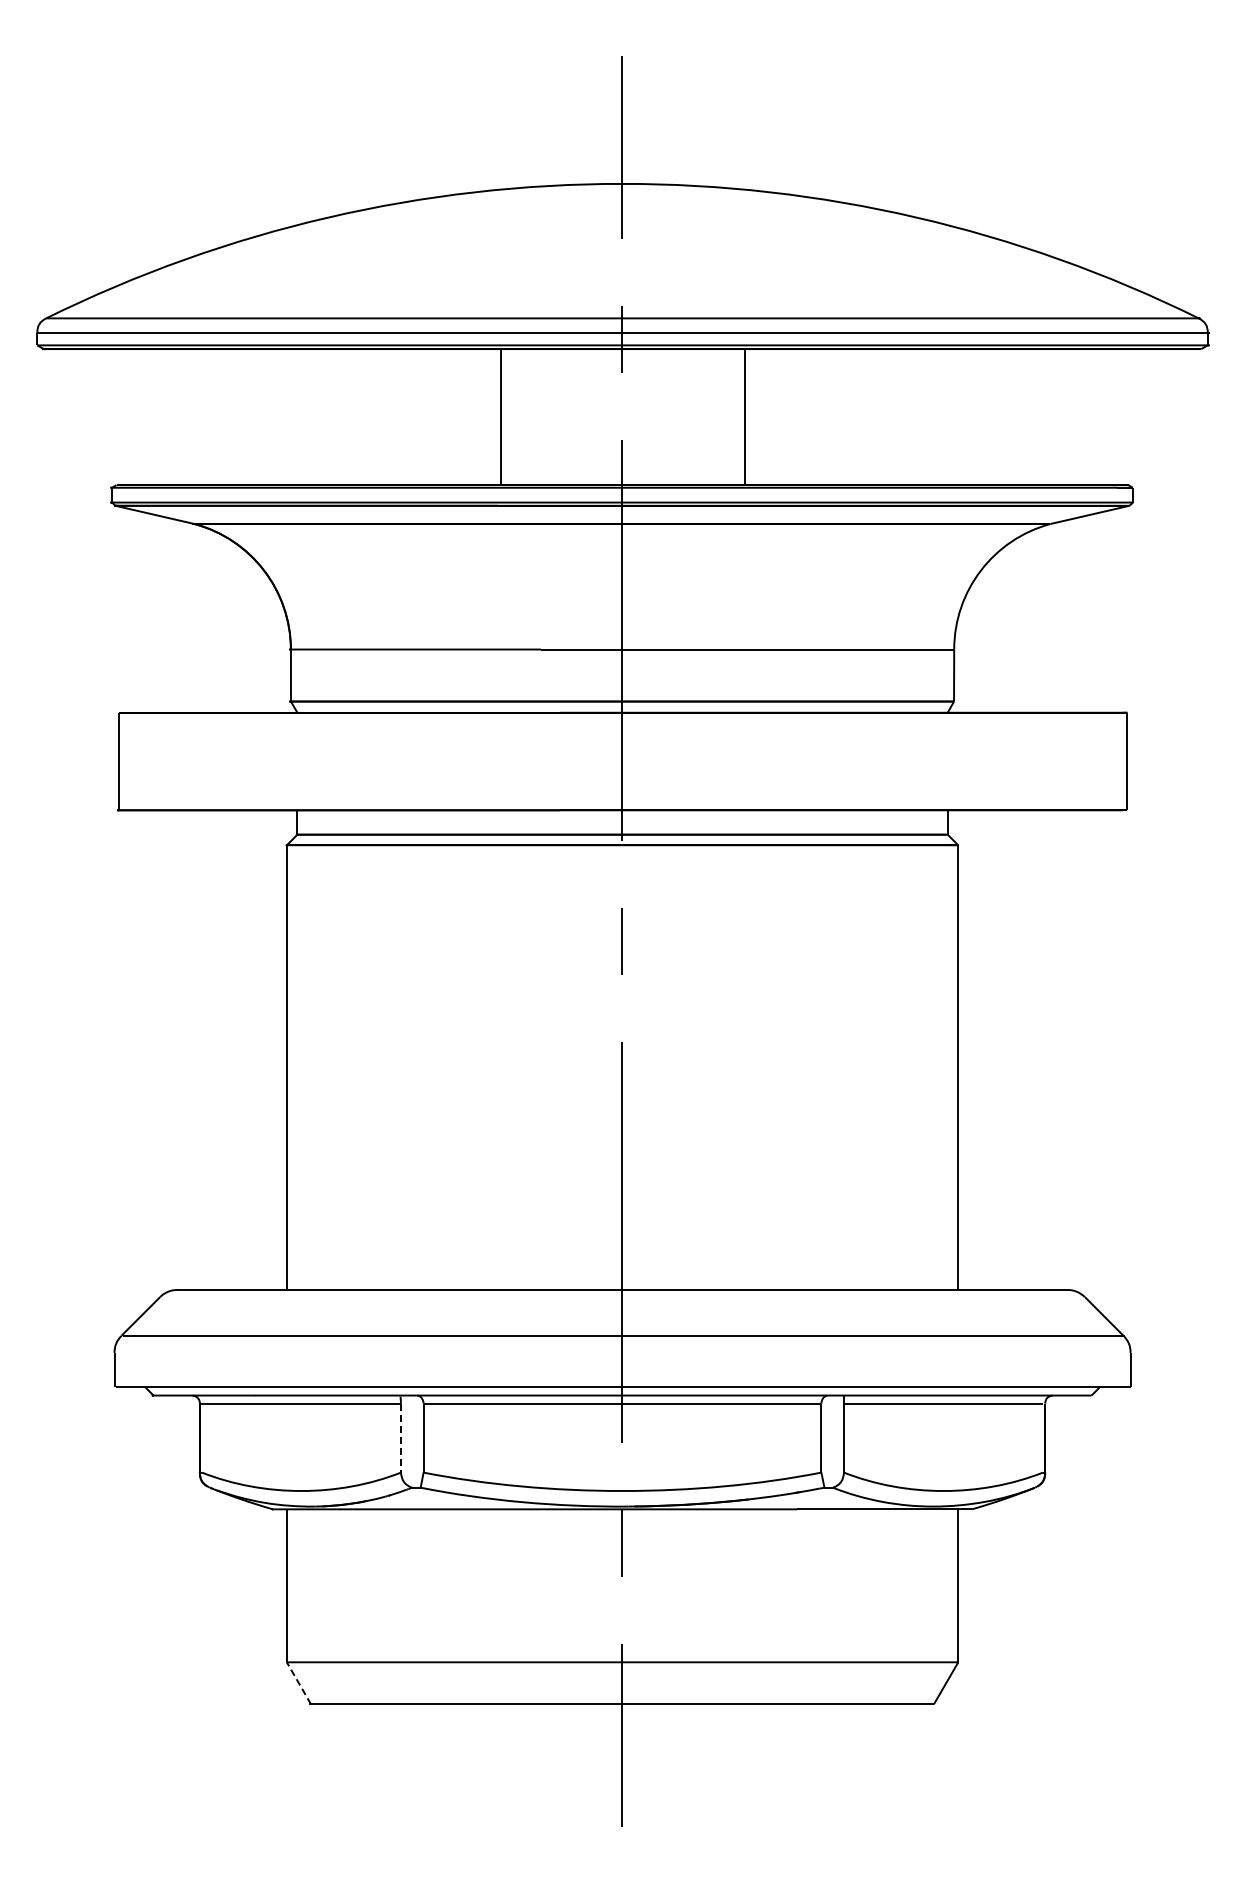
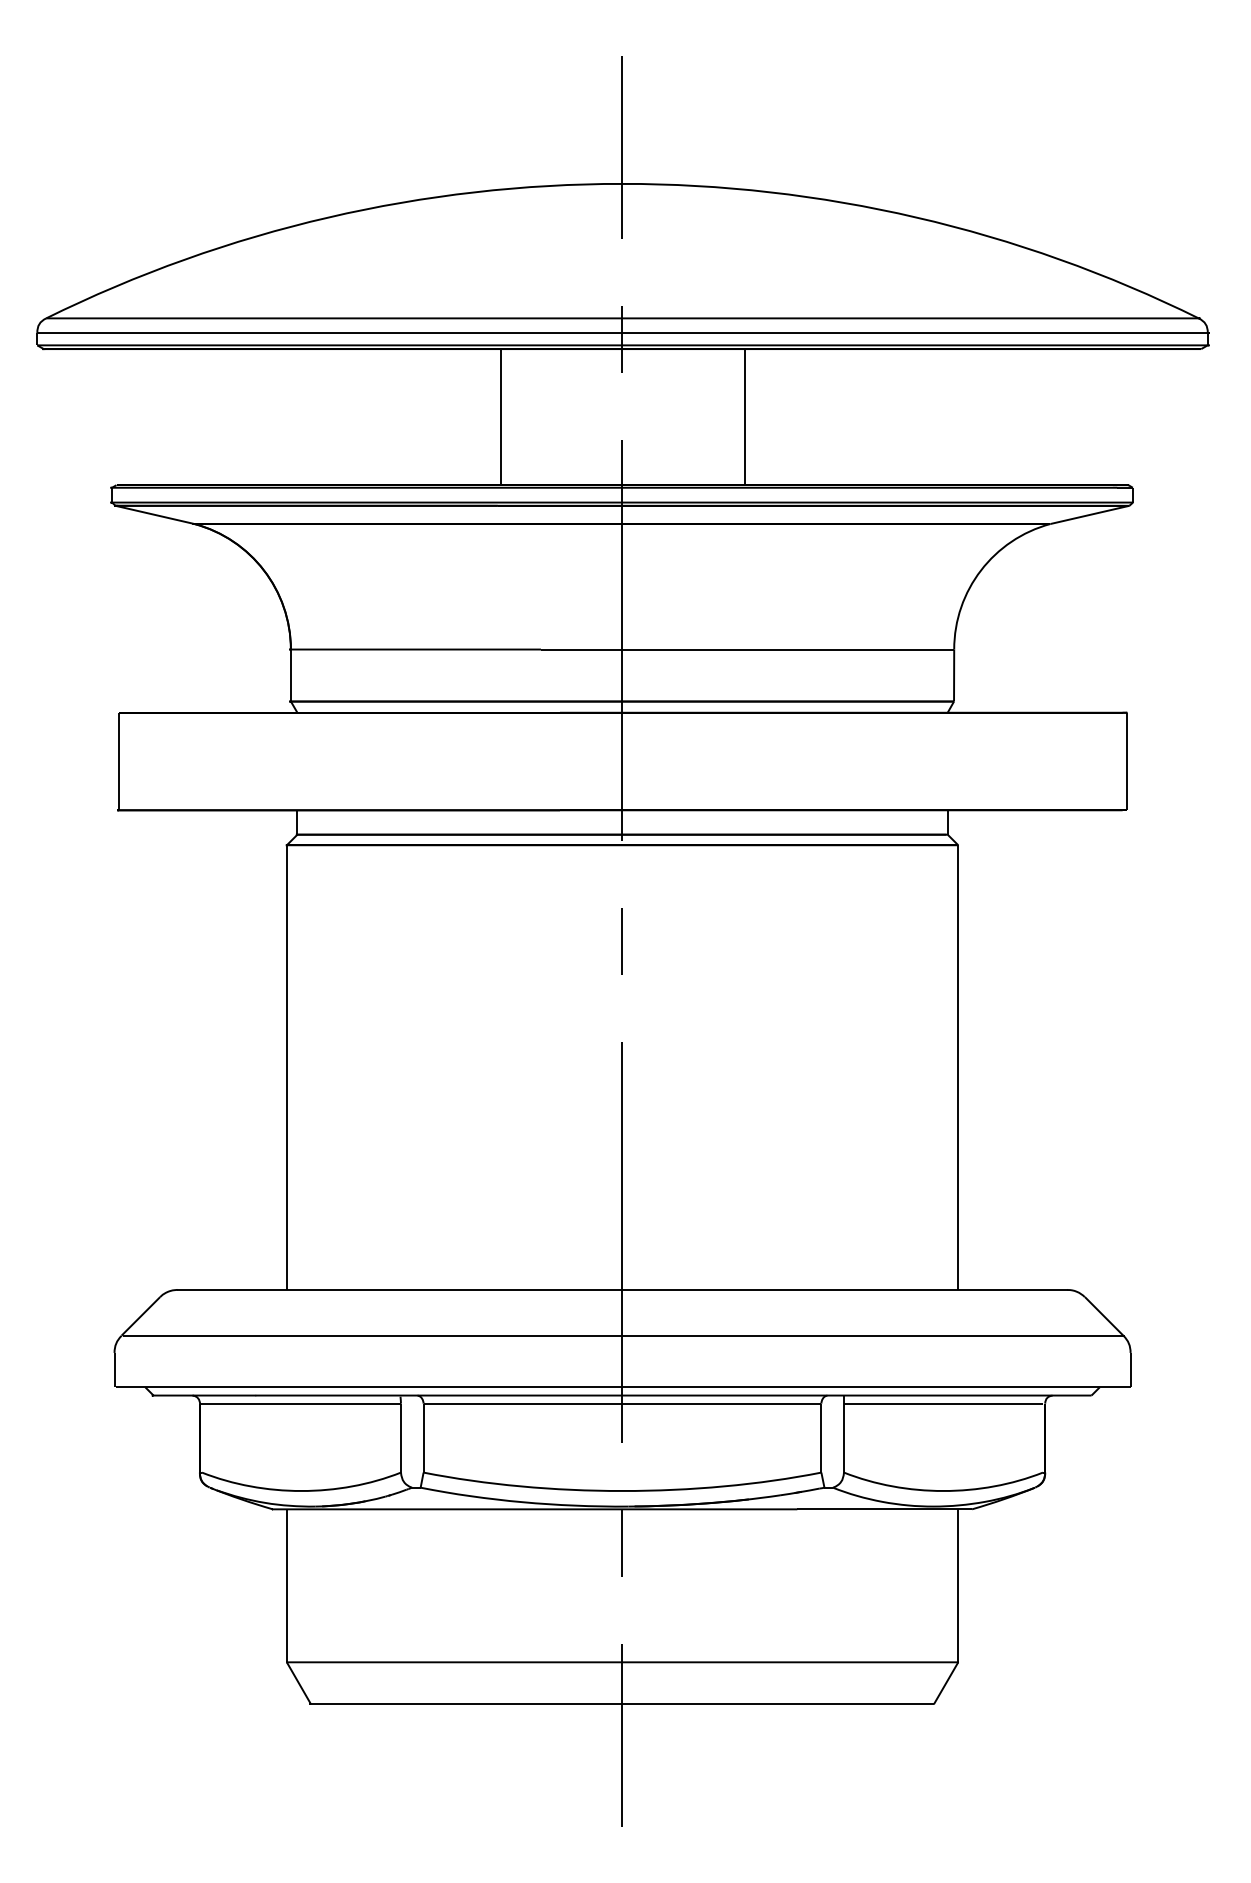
line at (400, 1438): dashed -> solid
line at (298, 1682): dashed -> solid
